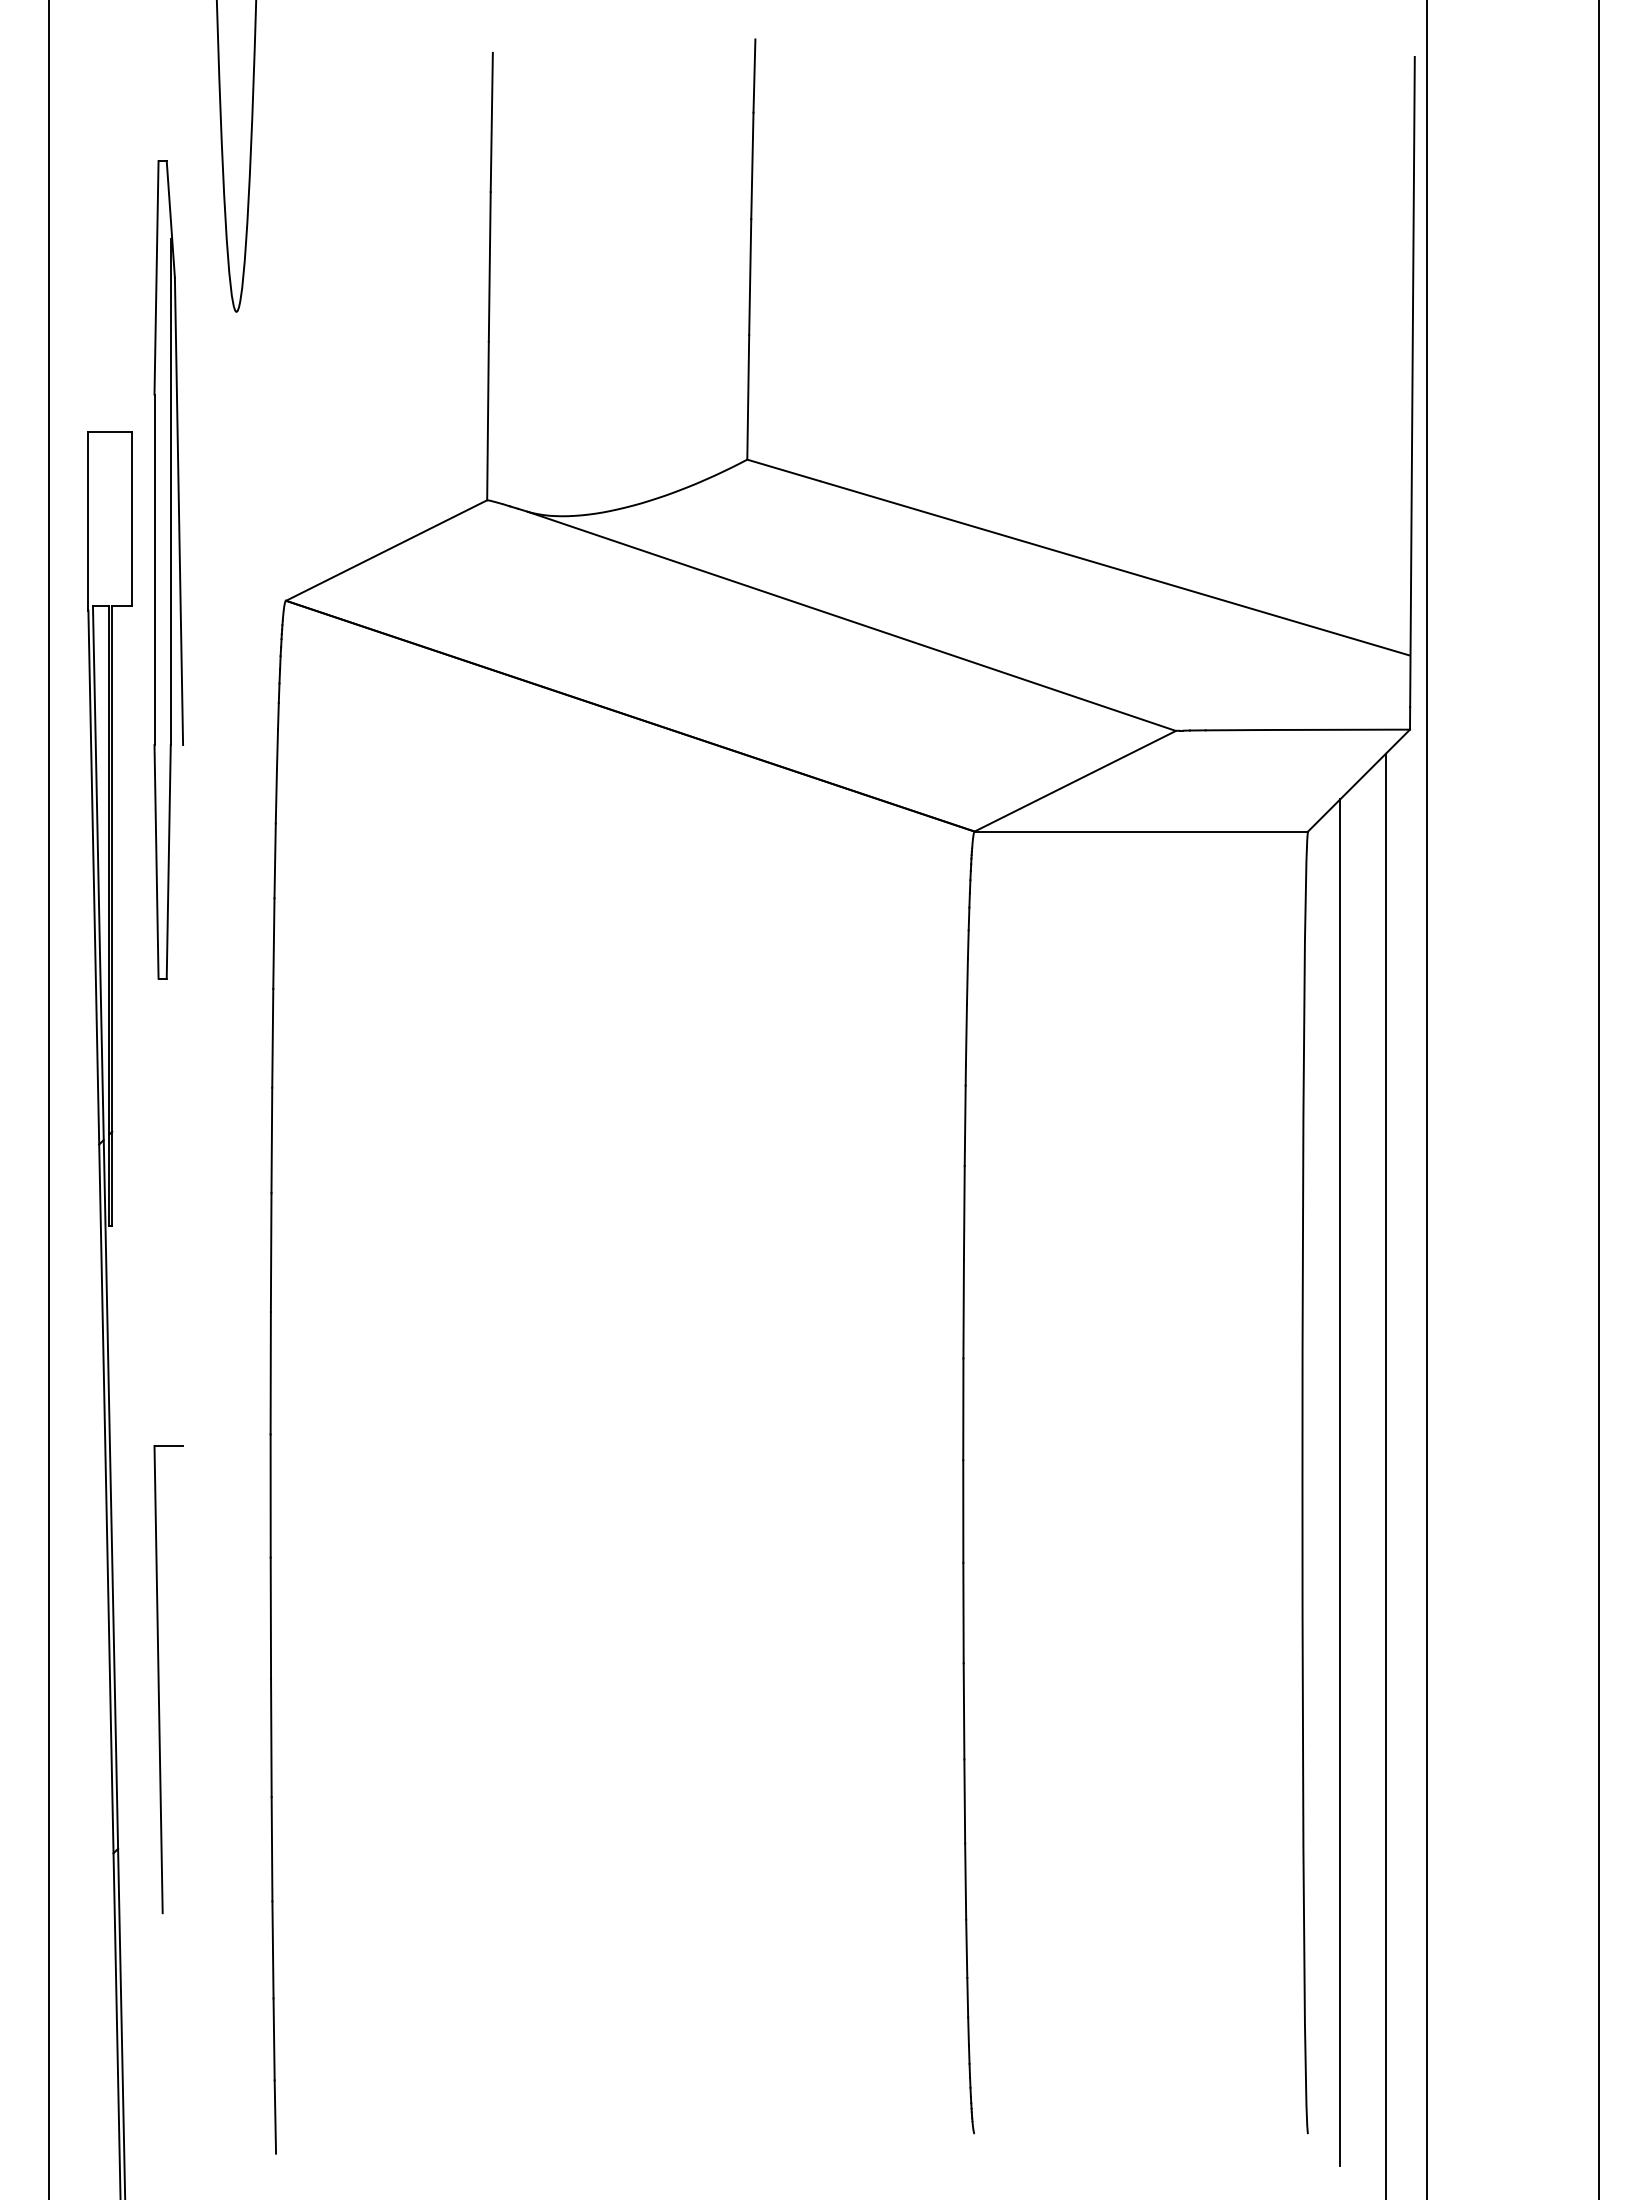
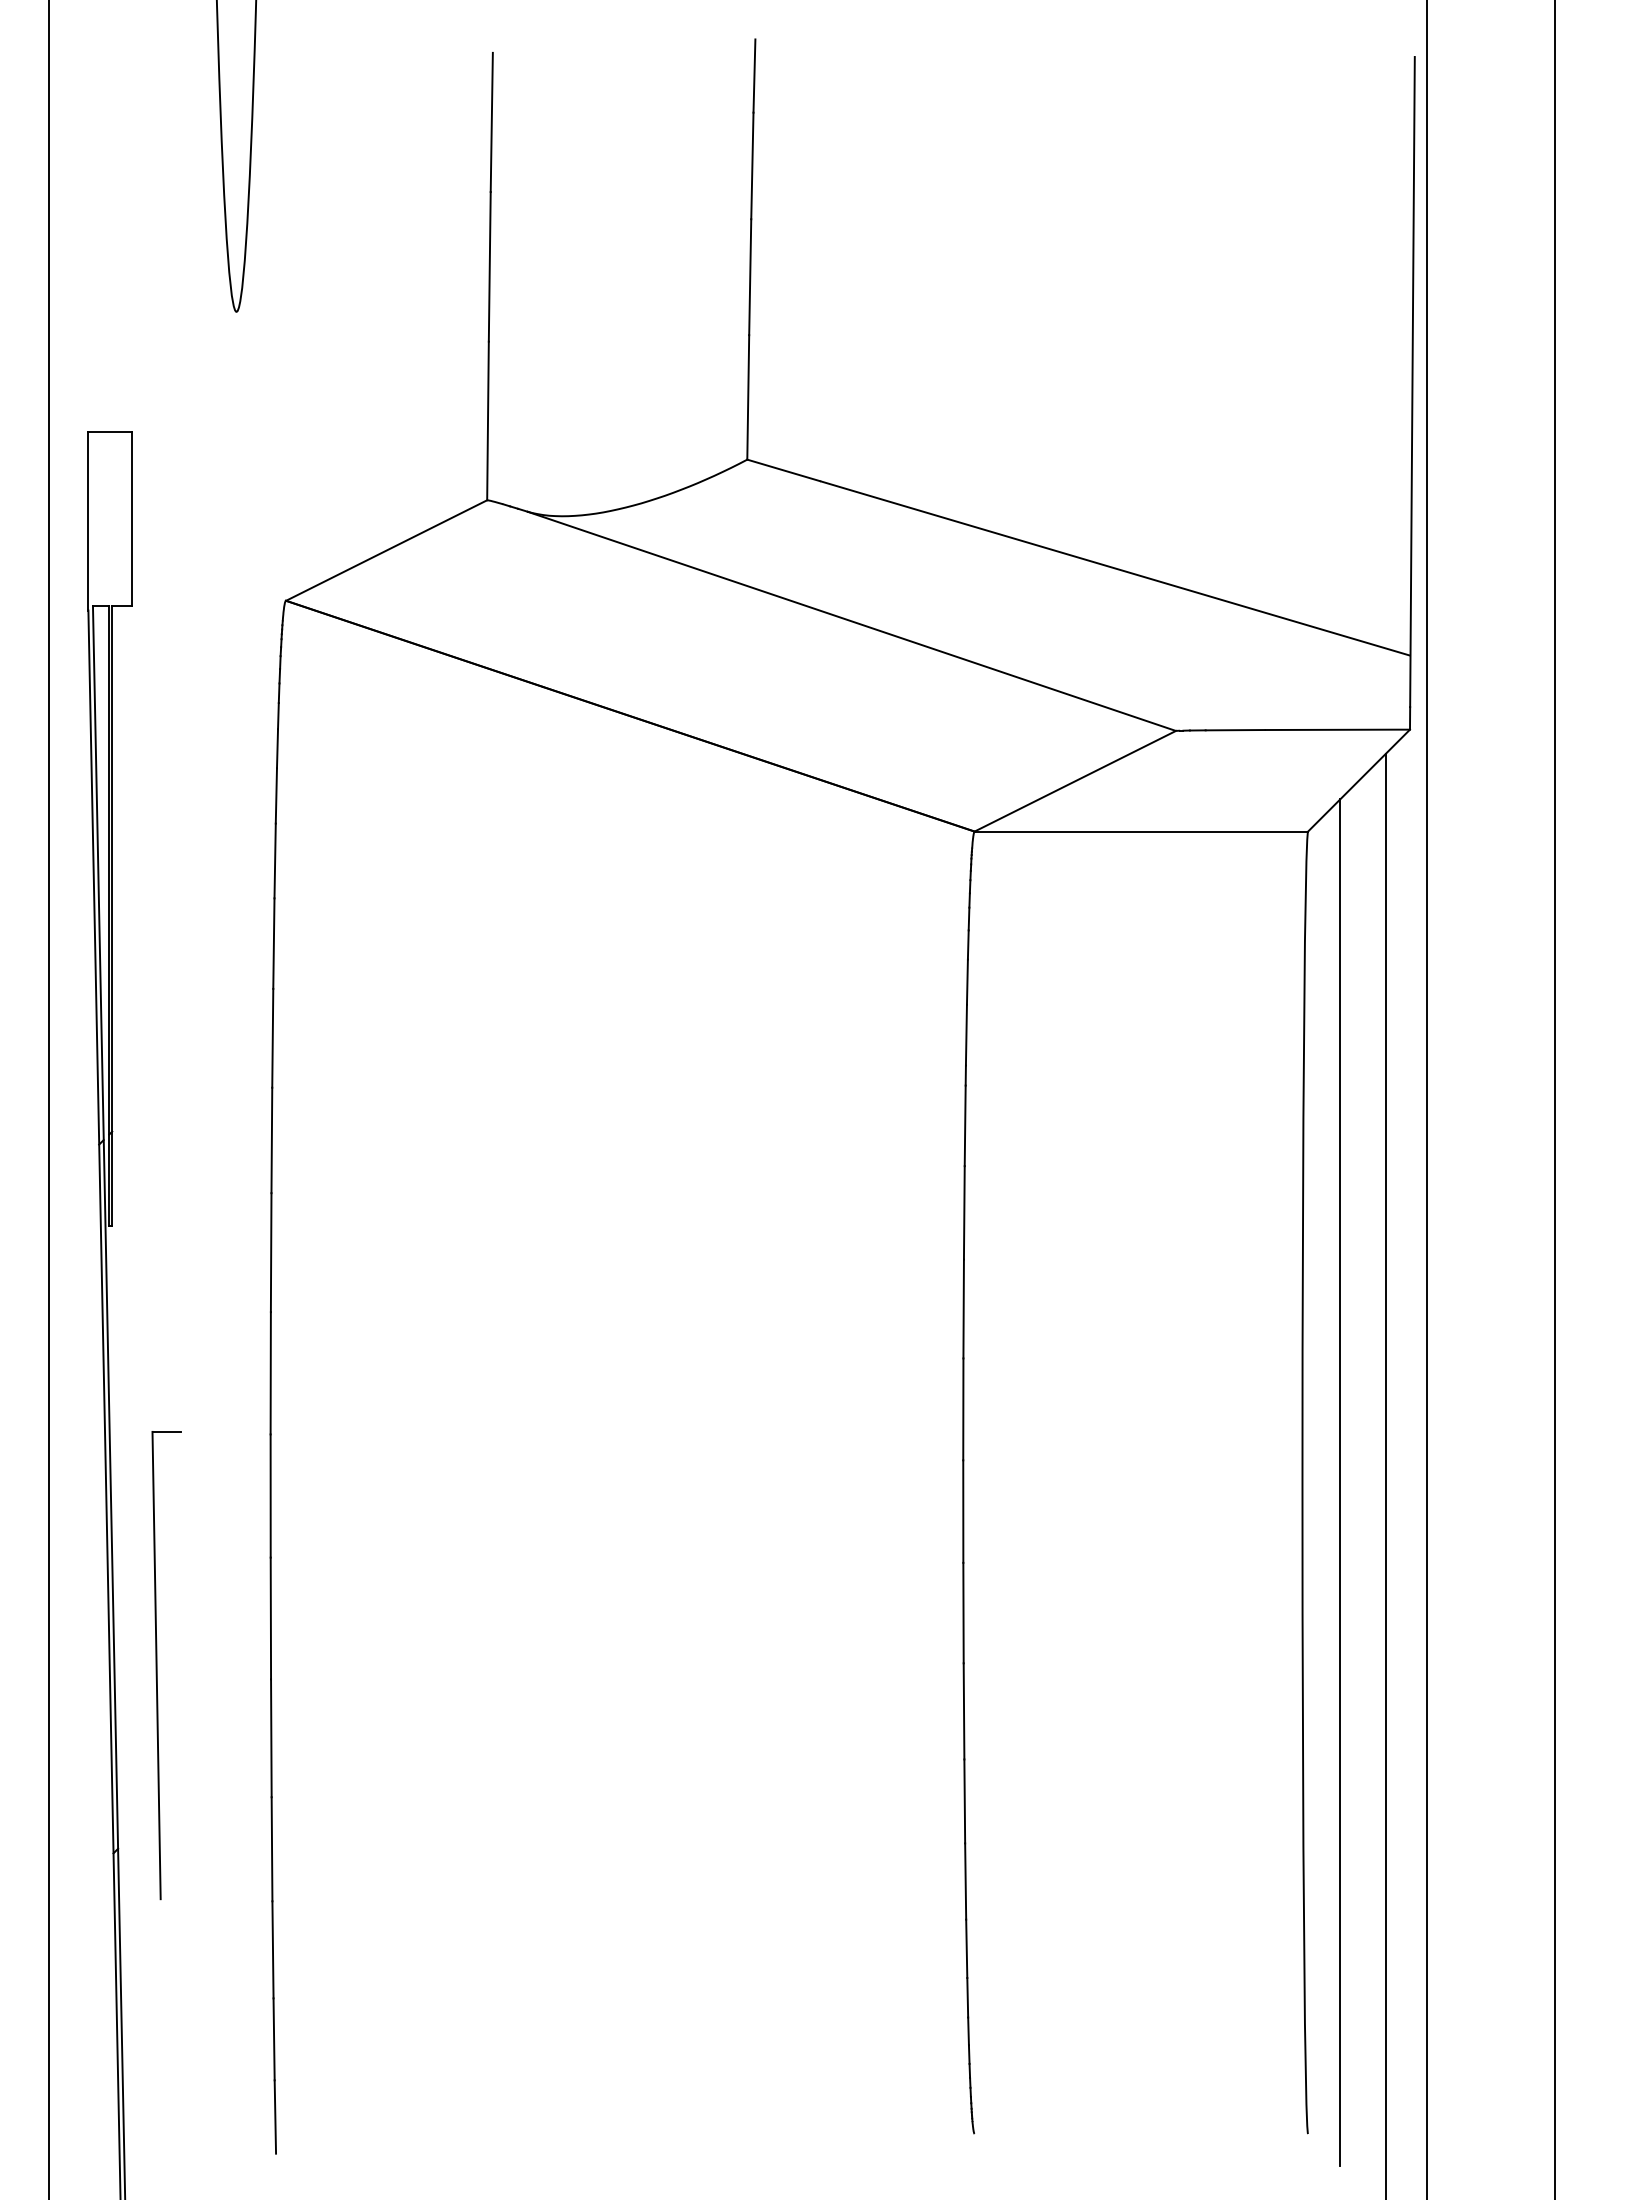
part at (168, 569): present -> none
line at (1598, 1099) position: (1598, 1099) -> (1554, 1099)
part at (159, 1679) position: (159, 1679) -> (157, 1665)
